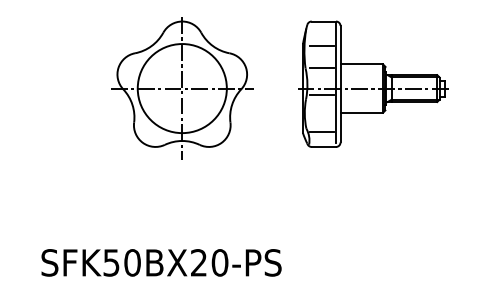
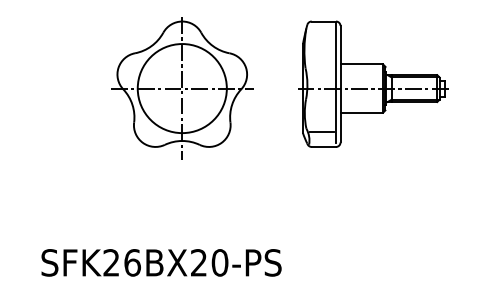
line at (321, 46): present -> none
line at (321, 67): present -> none
line at (321, 95): present -> none
text at (121, 262): SFK50BX20-PS -> SFK26BX20-PS
